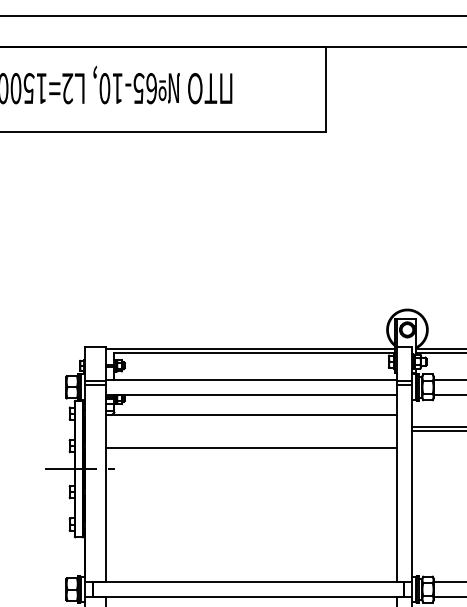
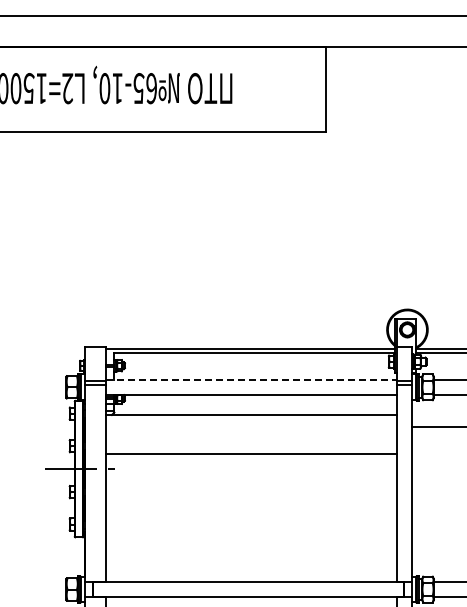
line at (251, 379): solid -> dashed
line at (437, 430): present -> none
line at (251, 447) position: (251, 447) -> (251, 453)
